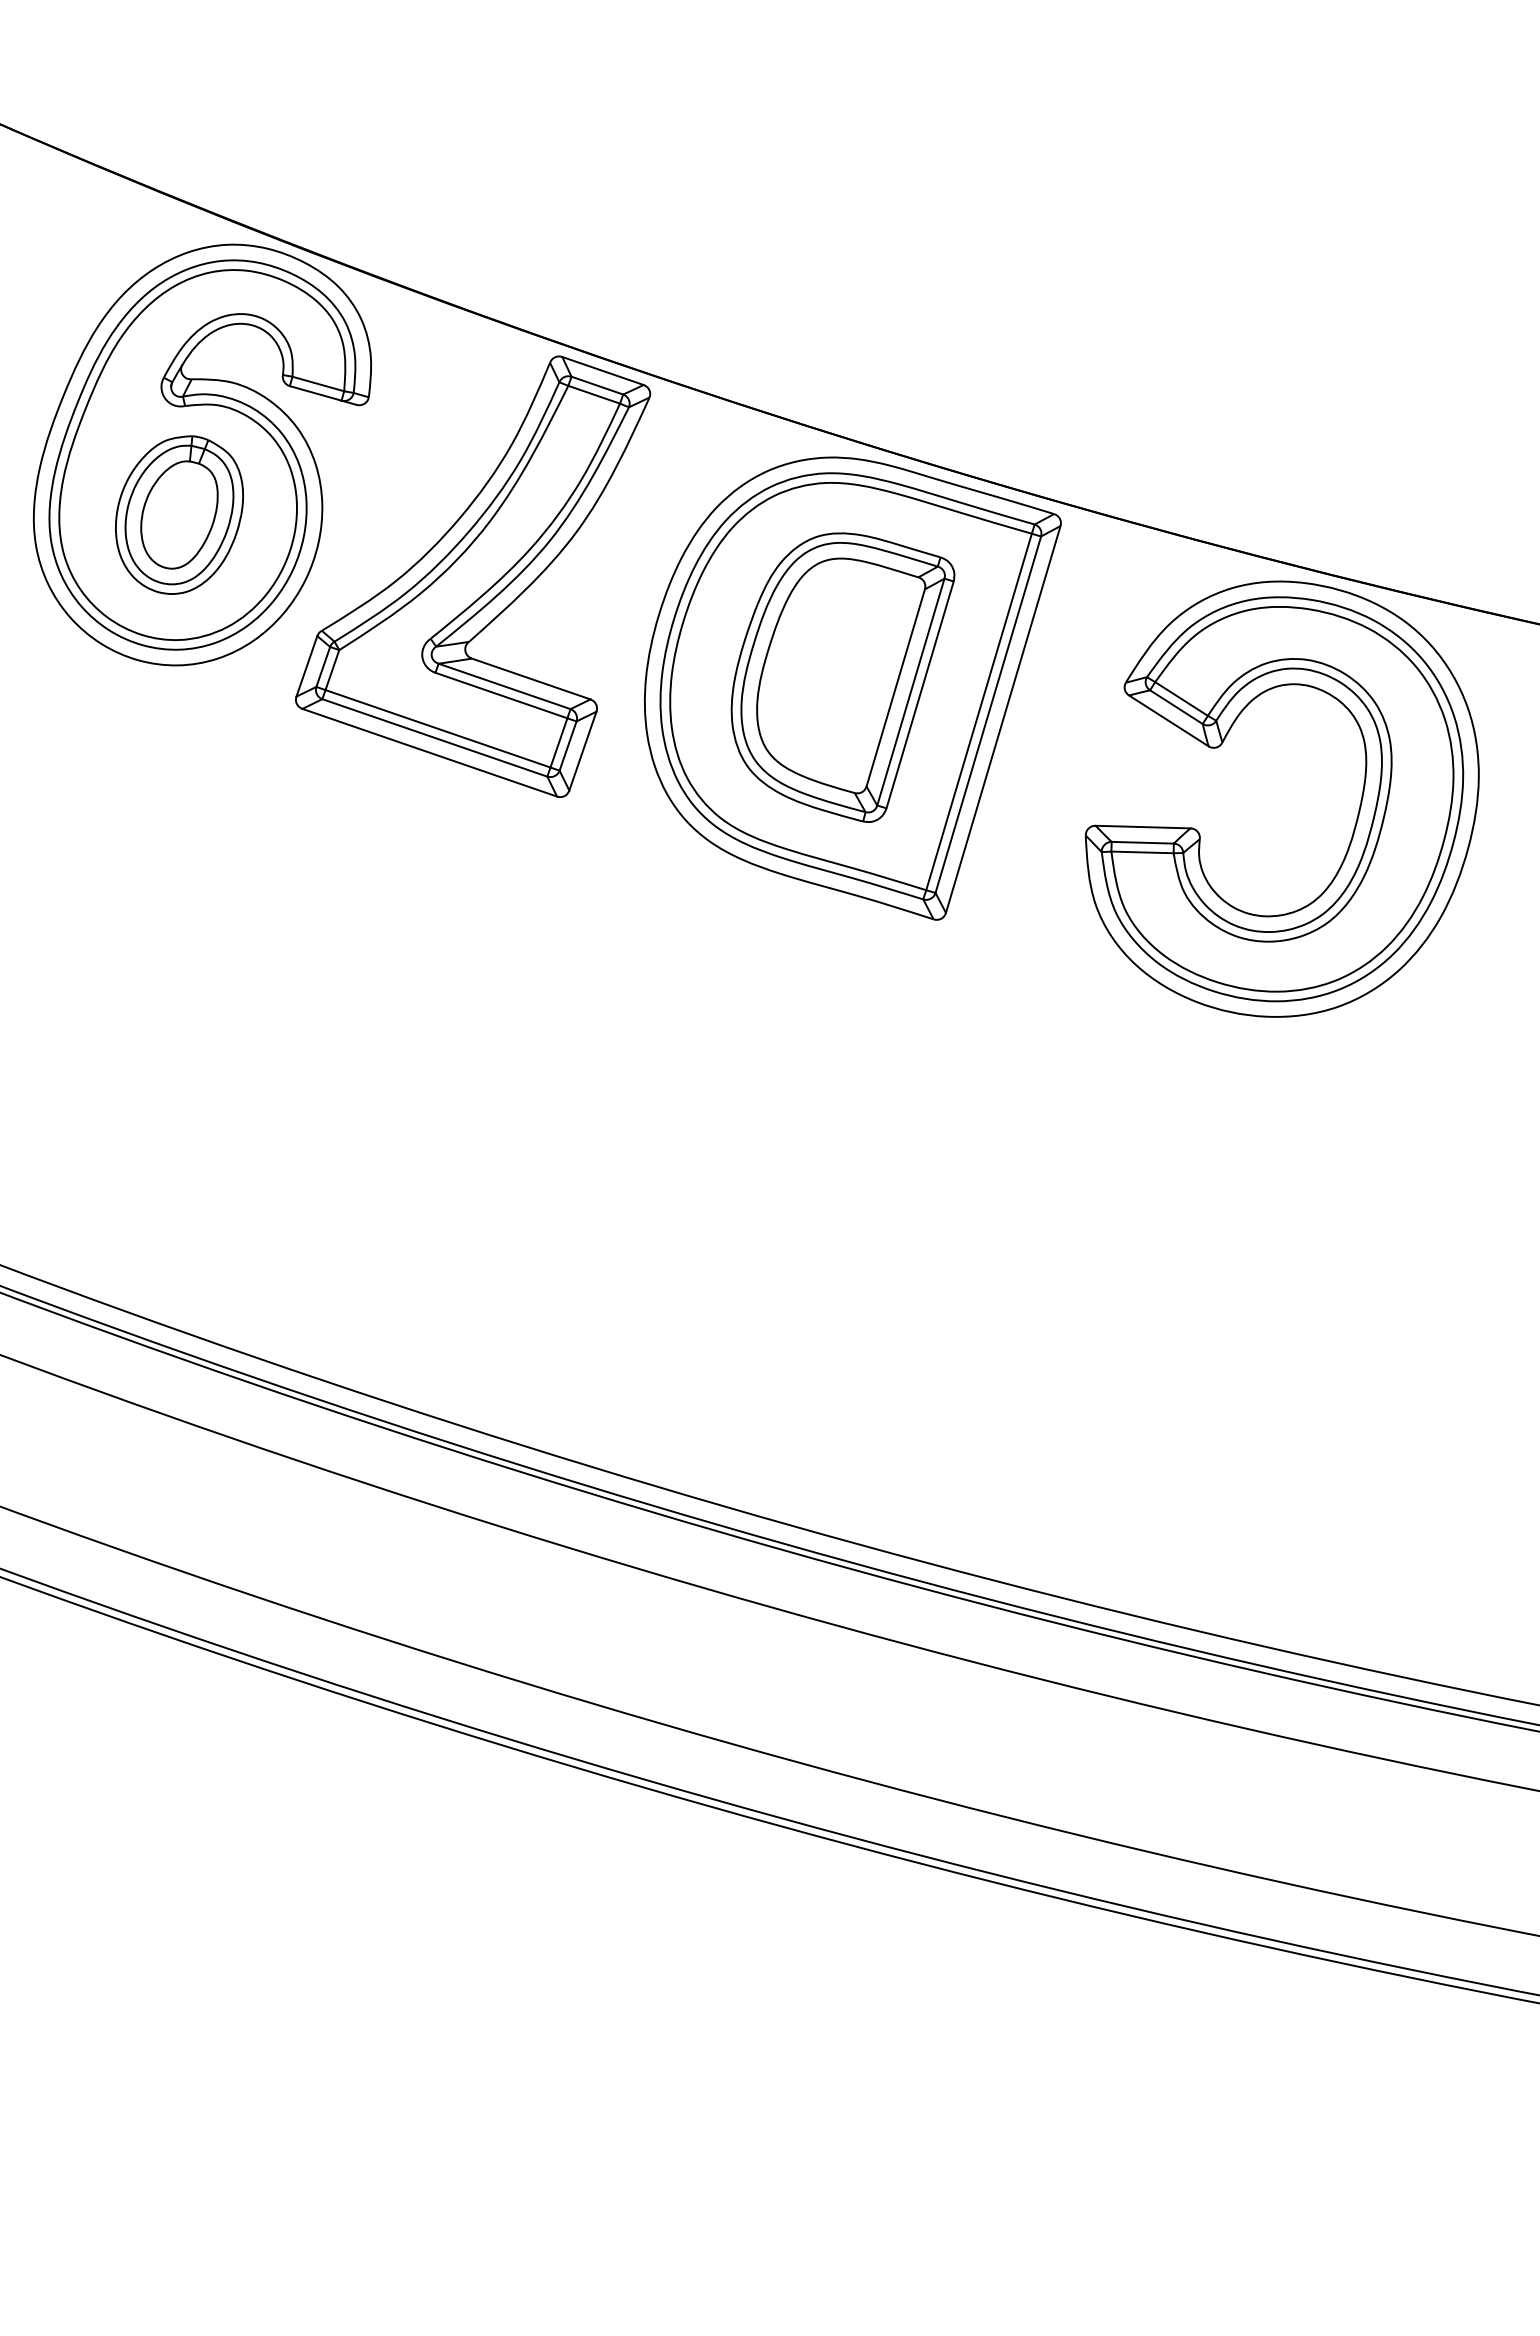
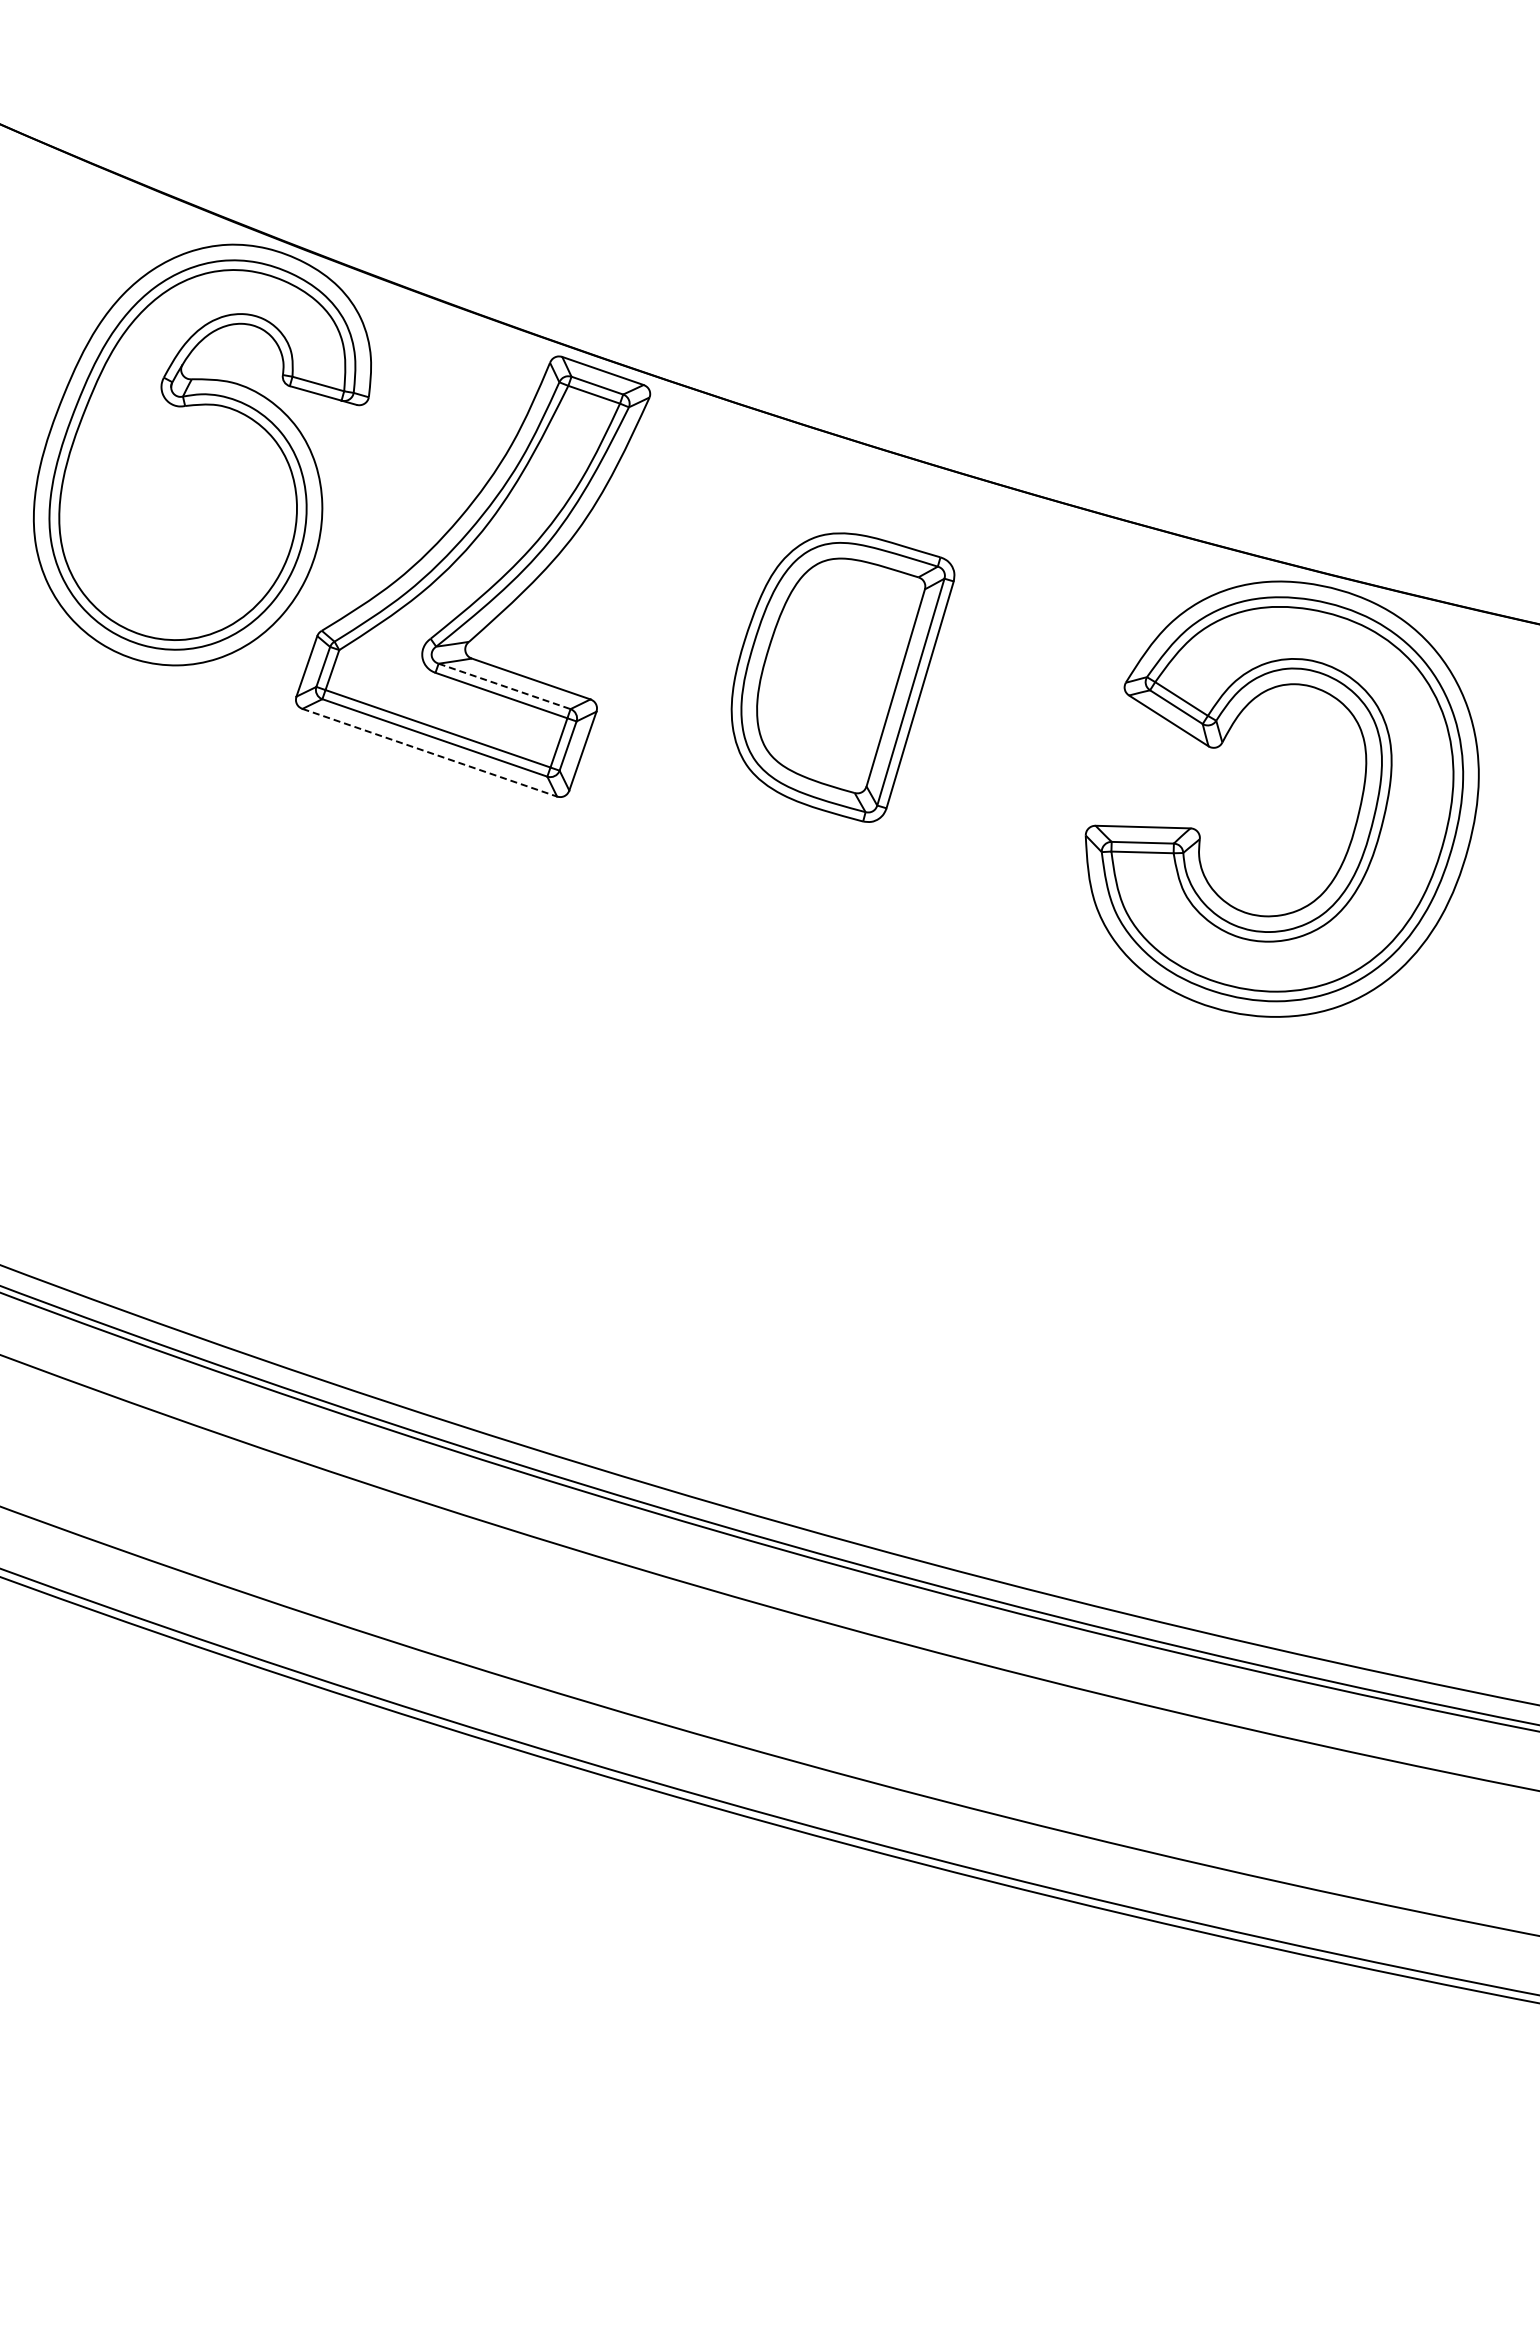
part at (179, 514): present -> none
line at (504, 686): solid -> dashed
part at (852, 688): present -> none
line at (429, 752): solid -> dashed
